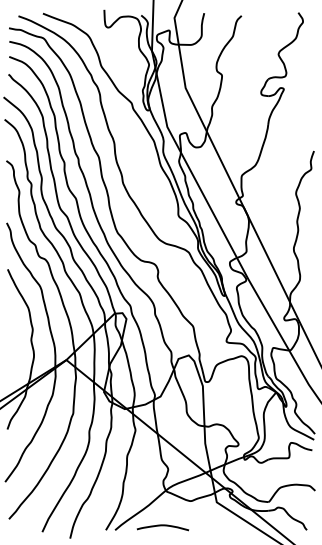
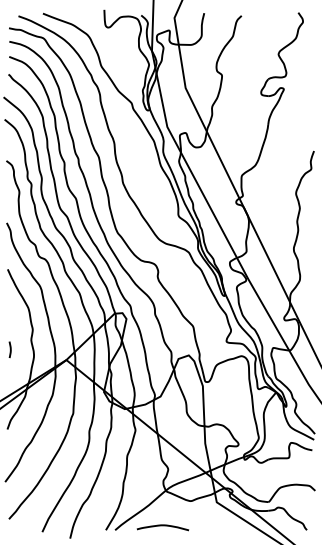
line at (9, 349): none -> present
